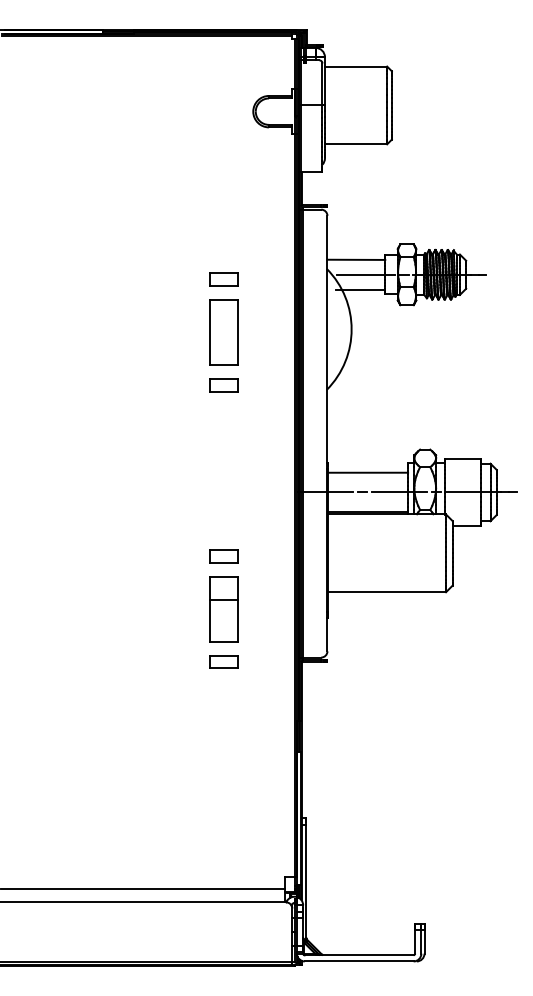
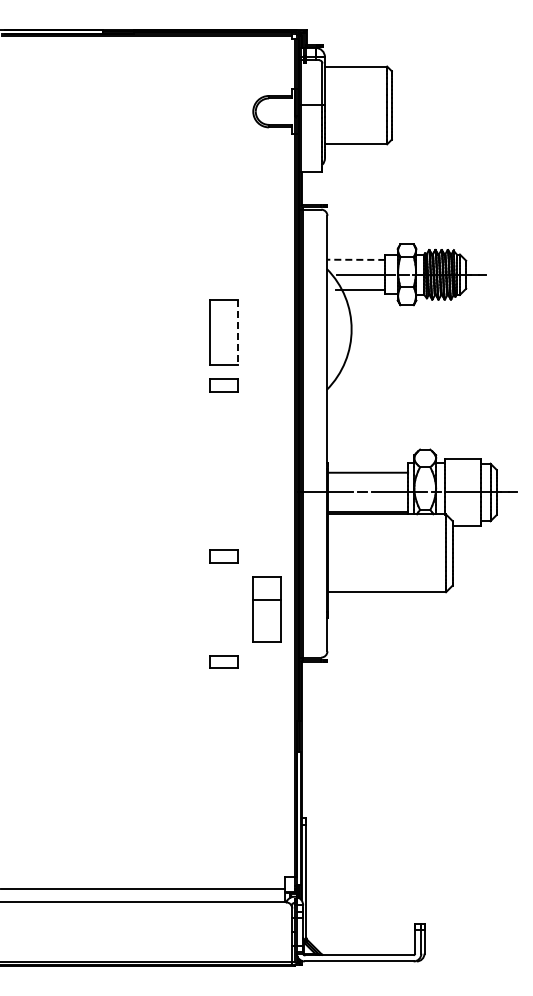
line at (356, 259): solid -> dashed
part at (223, 279): present -> none
line at (237, 332): solid -> dashed
part at (223, 609) position: (223, 609) -> (266, 609)
